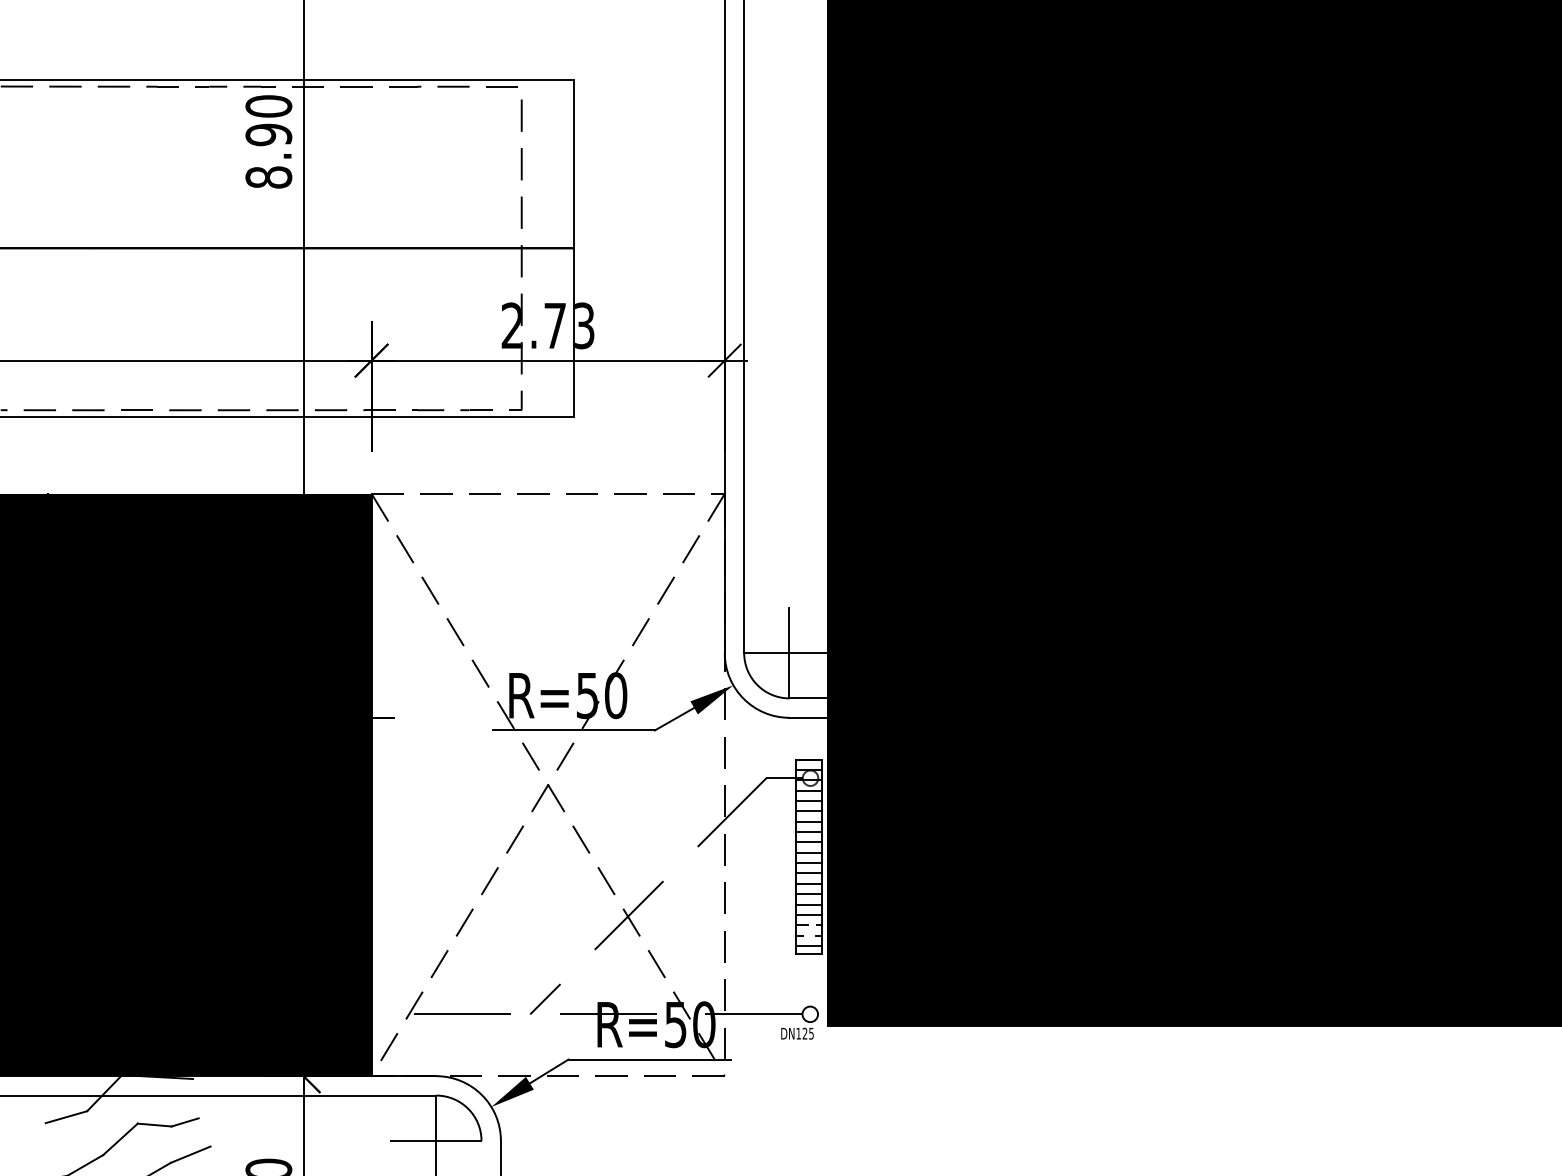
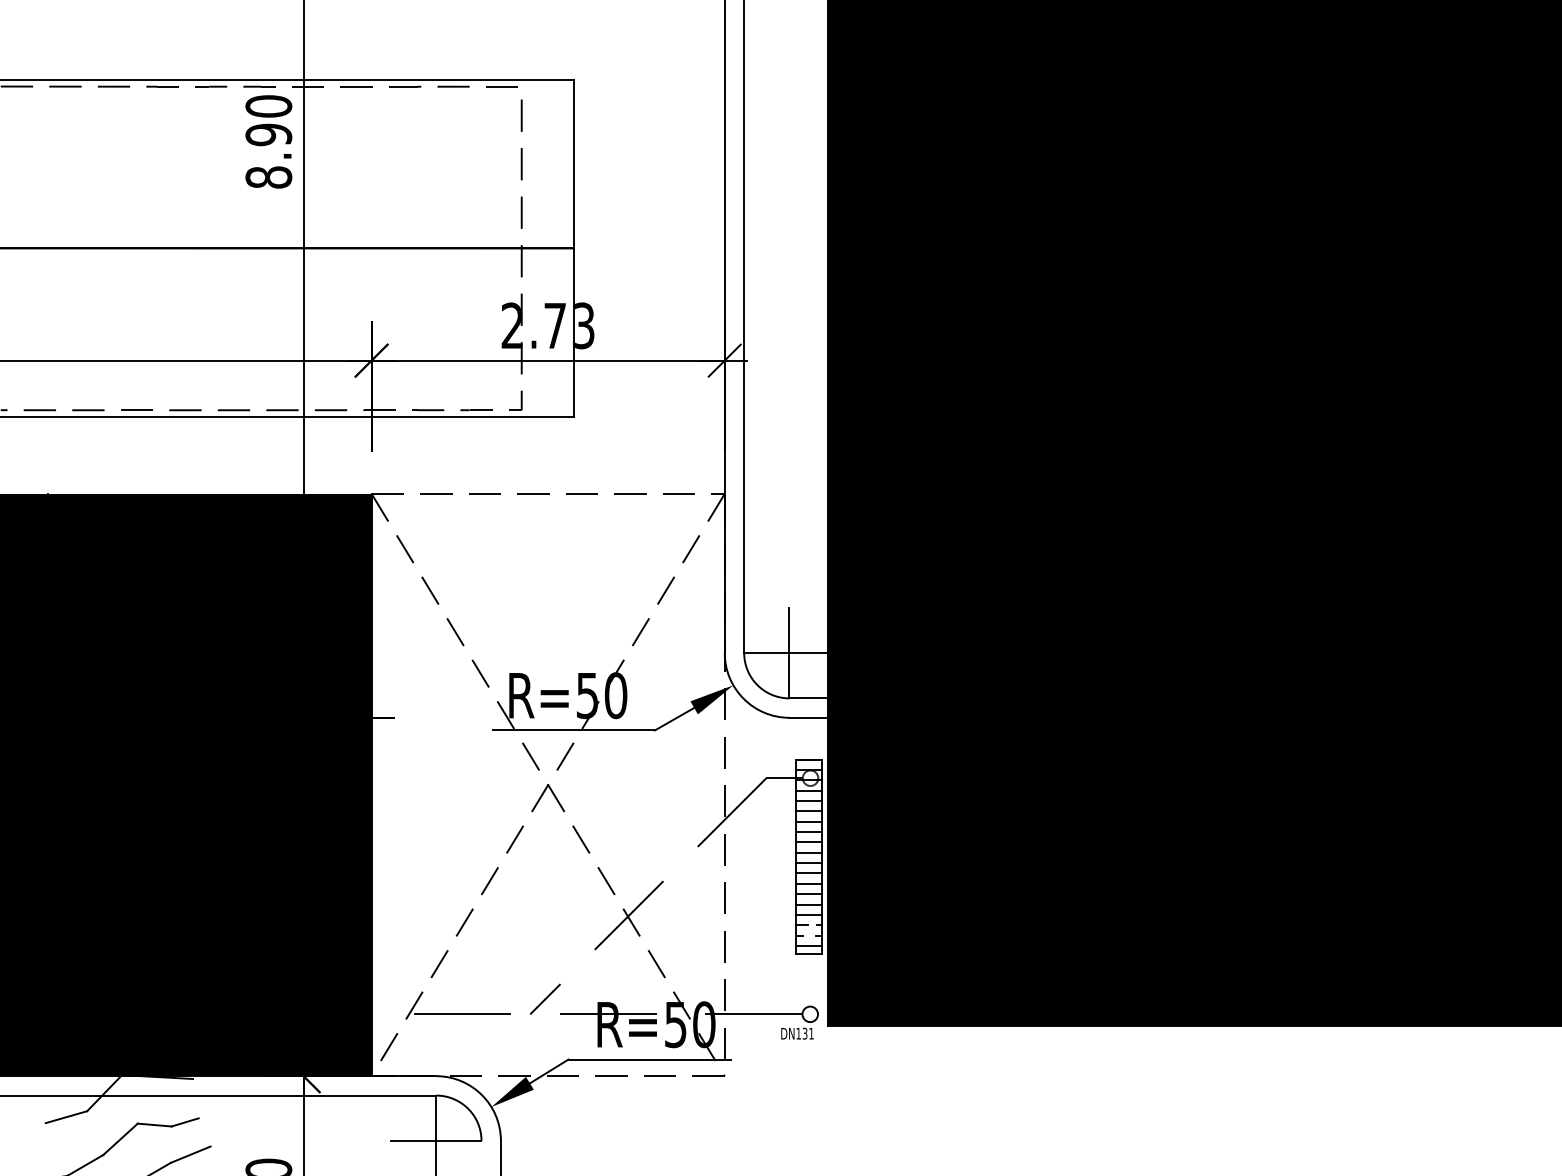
text at (807, 1033): DN125 -> DN131
